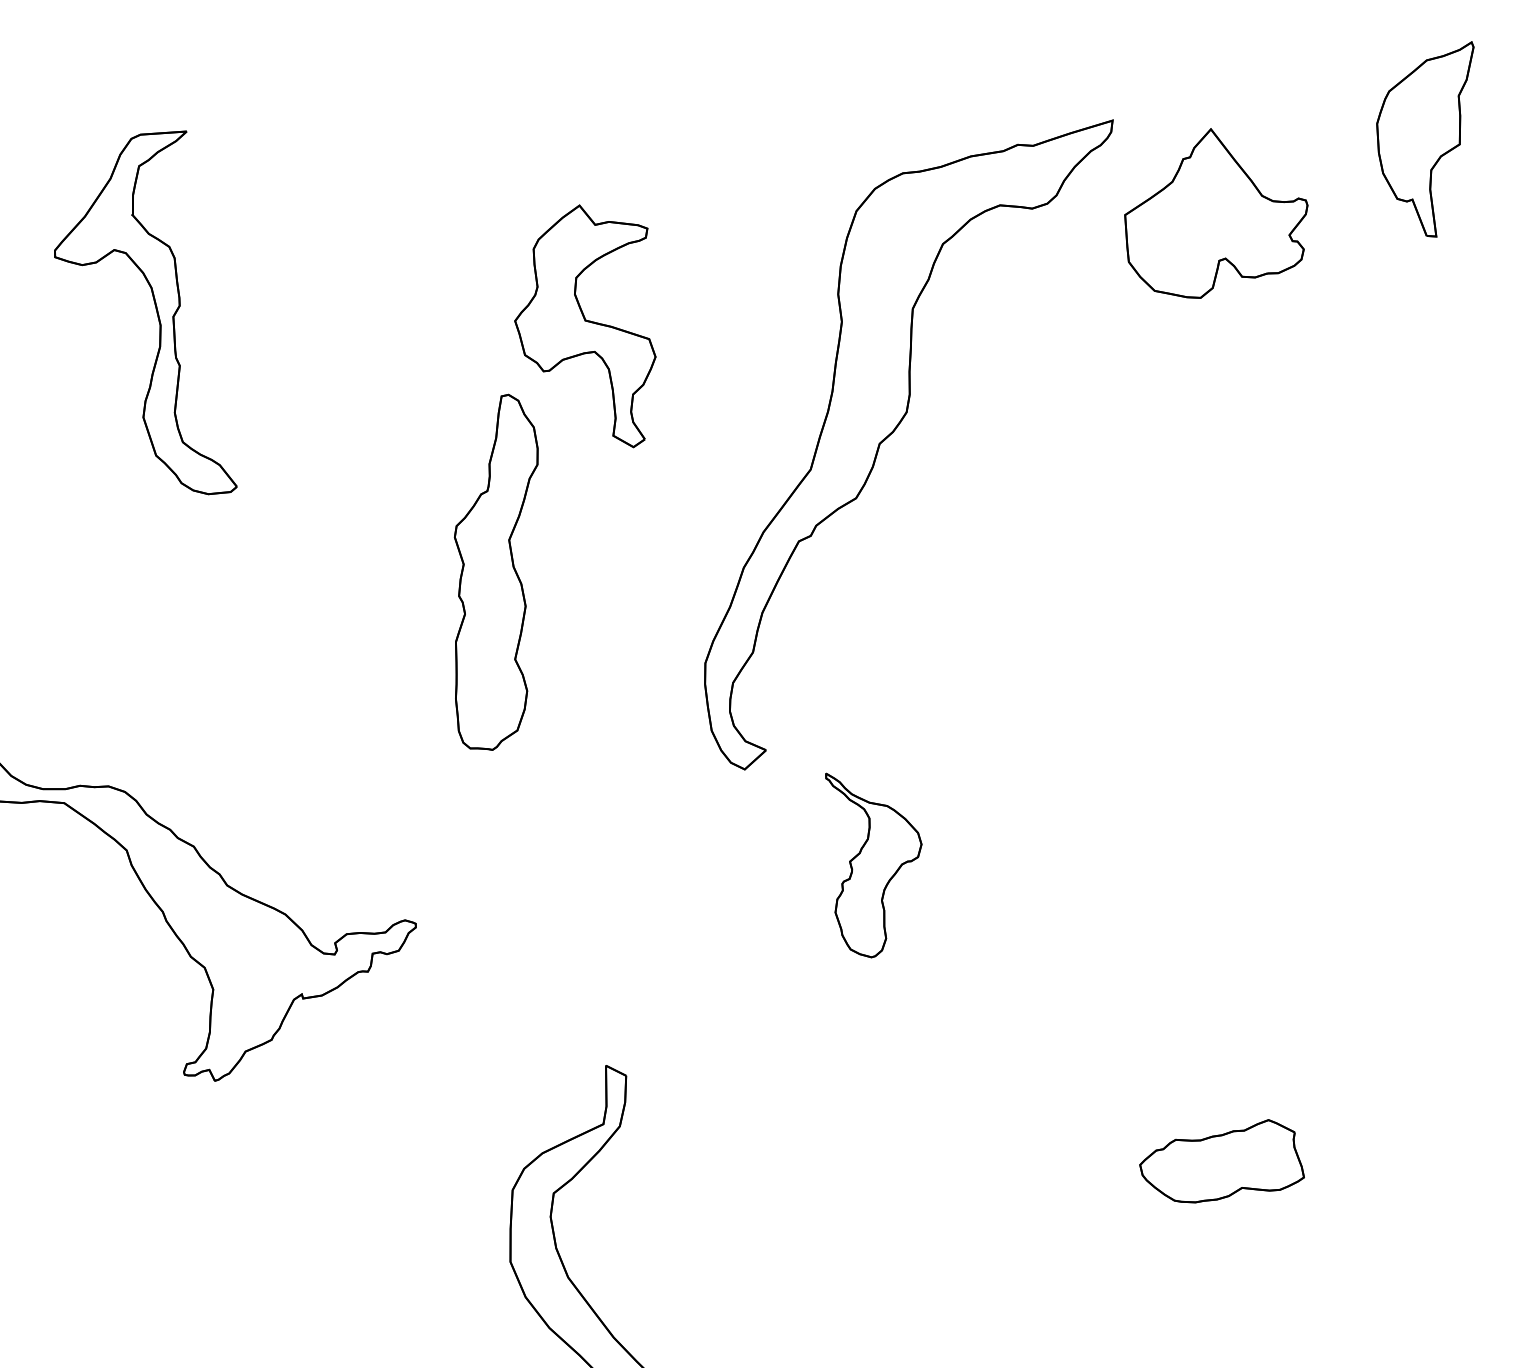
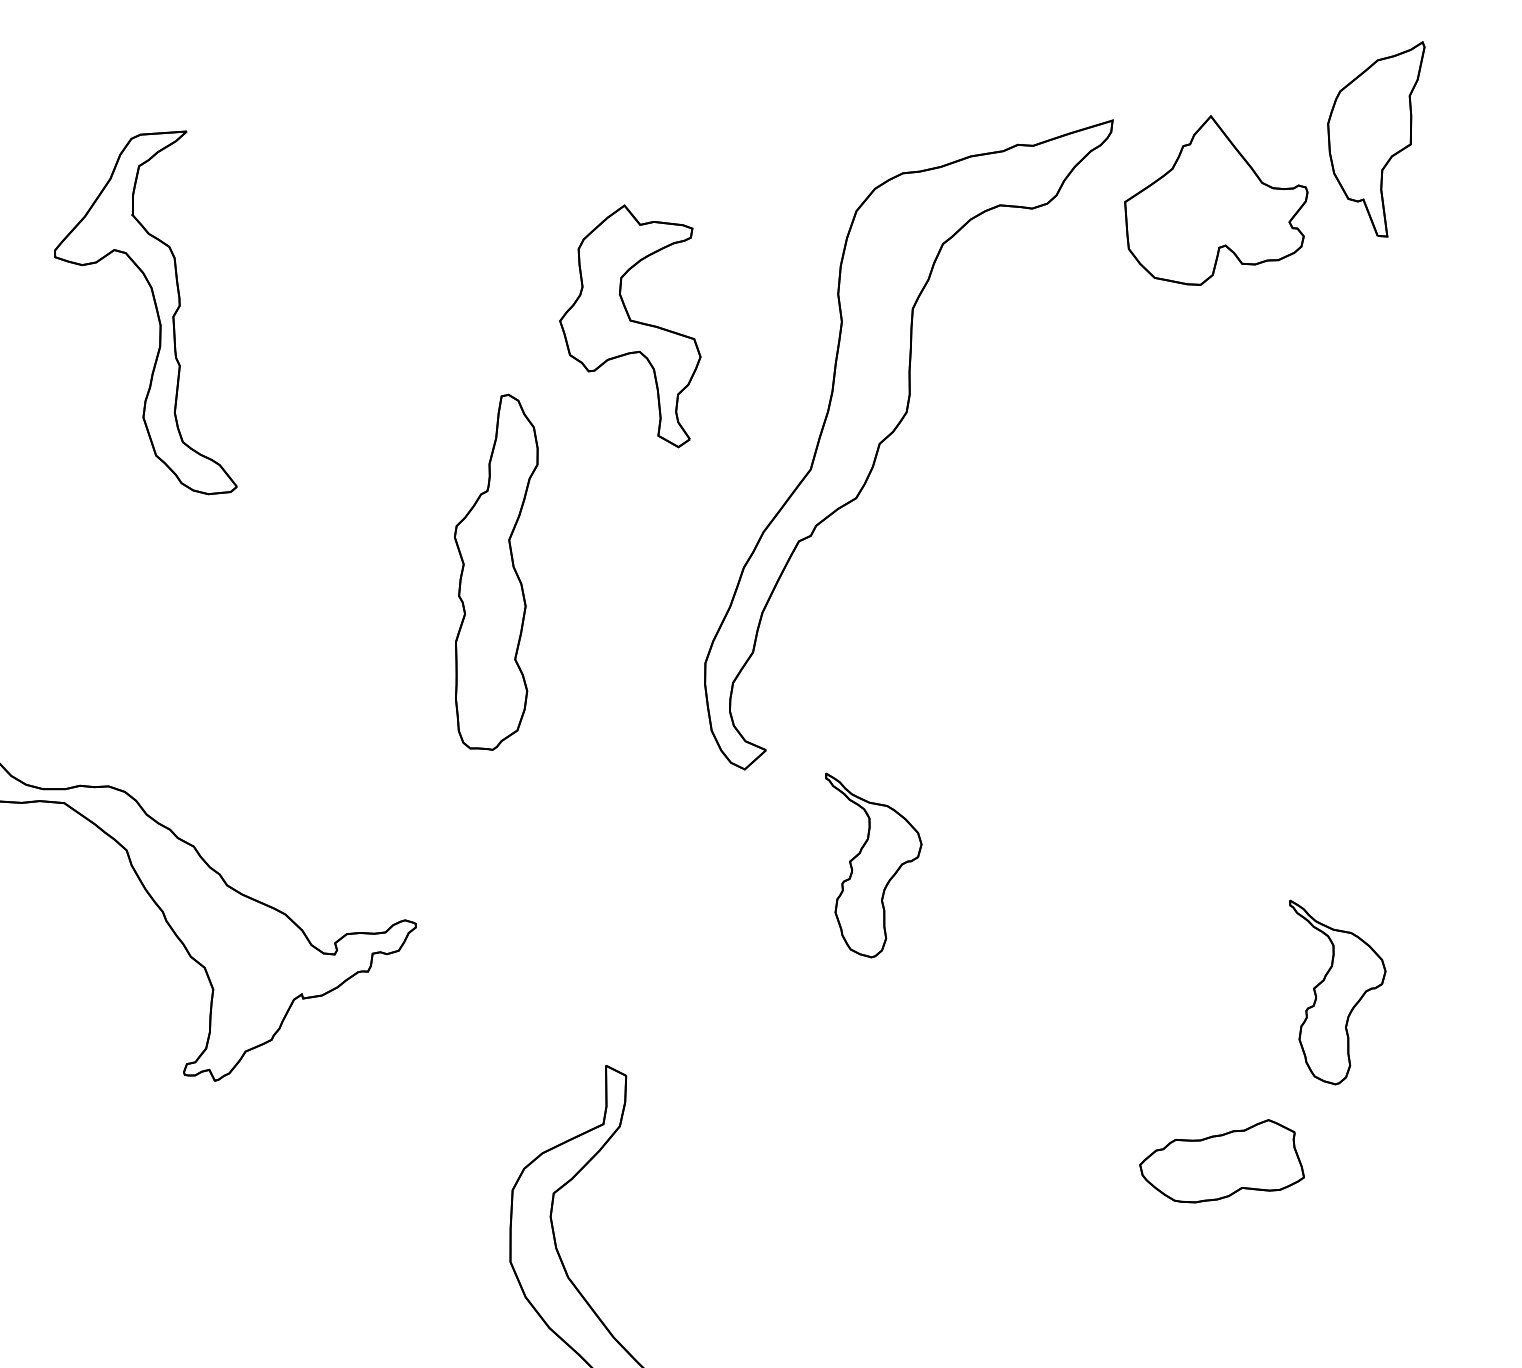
part at (1425, 139) position: (1425, 139) -> (1376, 139)
part at (1216, 213) position: (1216, 213) -> (1216, 200)
part at (585, 326) position: (585, 326) -> (630, 326)
part at (1337, 992): none -> present
